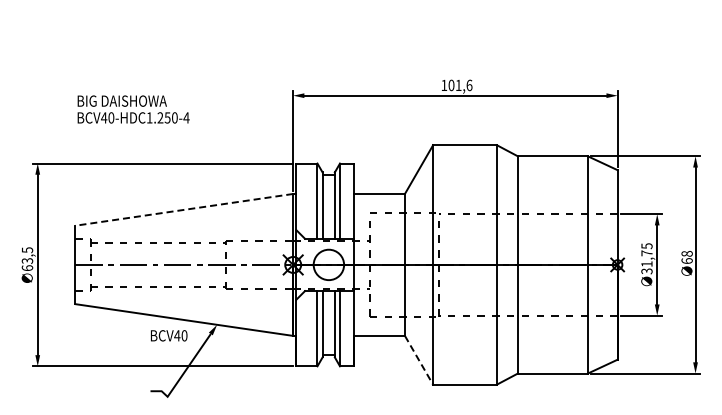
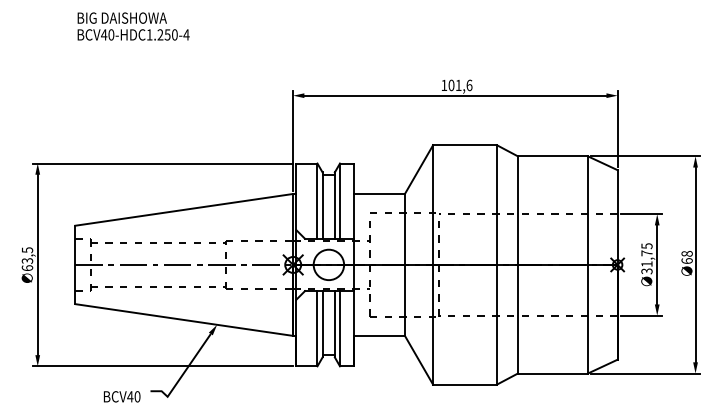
text at (133, 109) position: (133, 109) -> (133, 26)
line at (183, 209): dashed -> solid
text at (169, 335) position: (169, 335) -> (122, 396)
line at (419, 360): dashed -> solid
